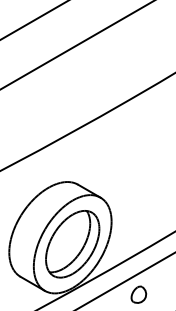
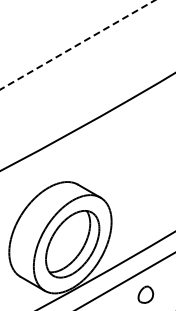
line at (33, 20): present -> none
line at (77, 45): solid -> dashed
part at (138, 294) position: (138, 294) -> (145, 294)
